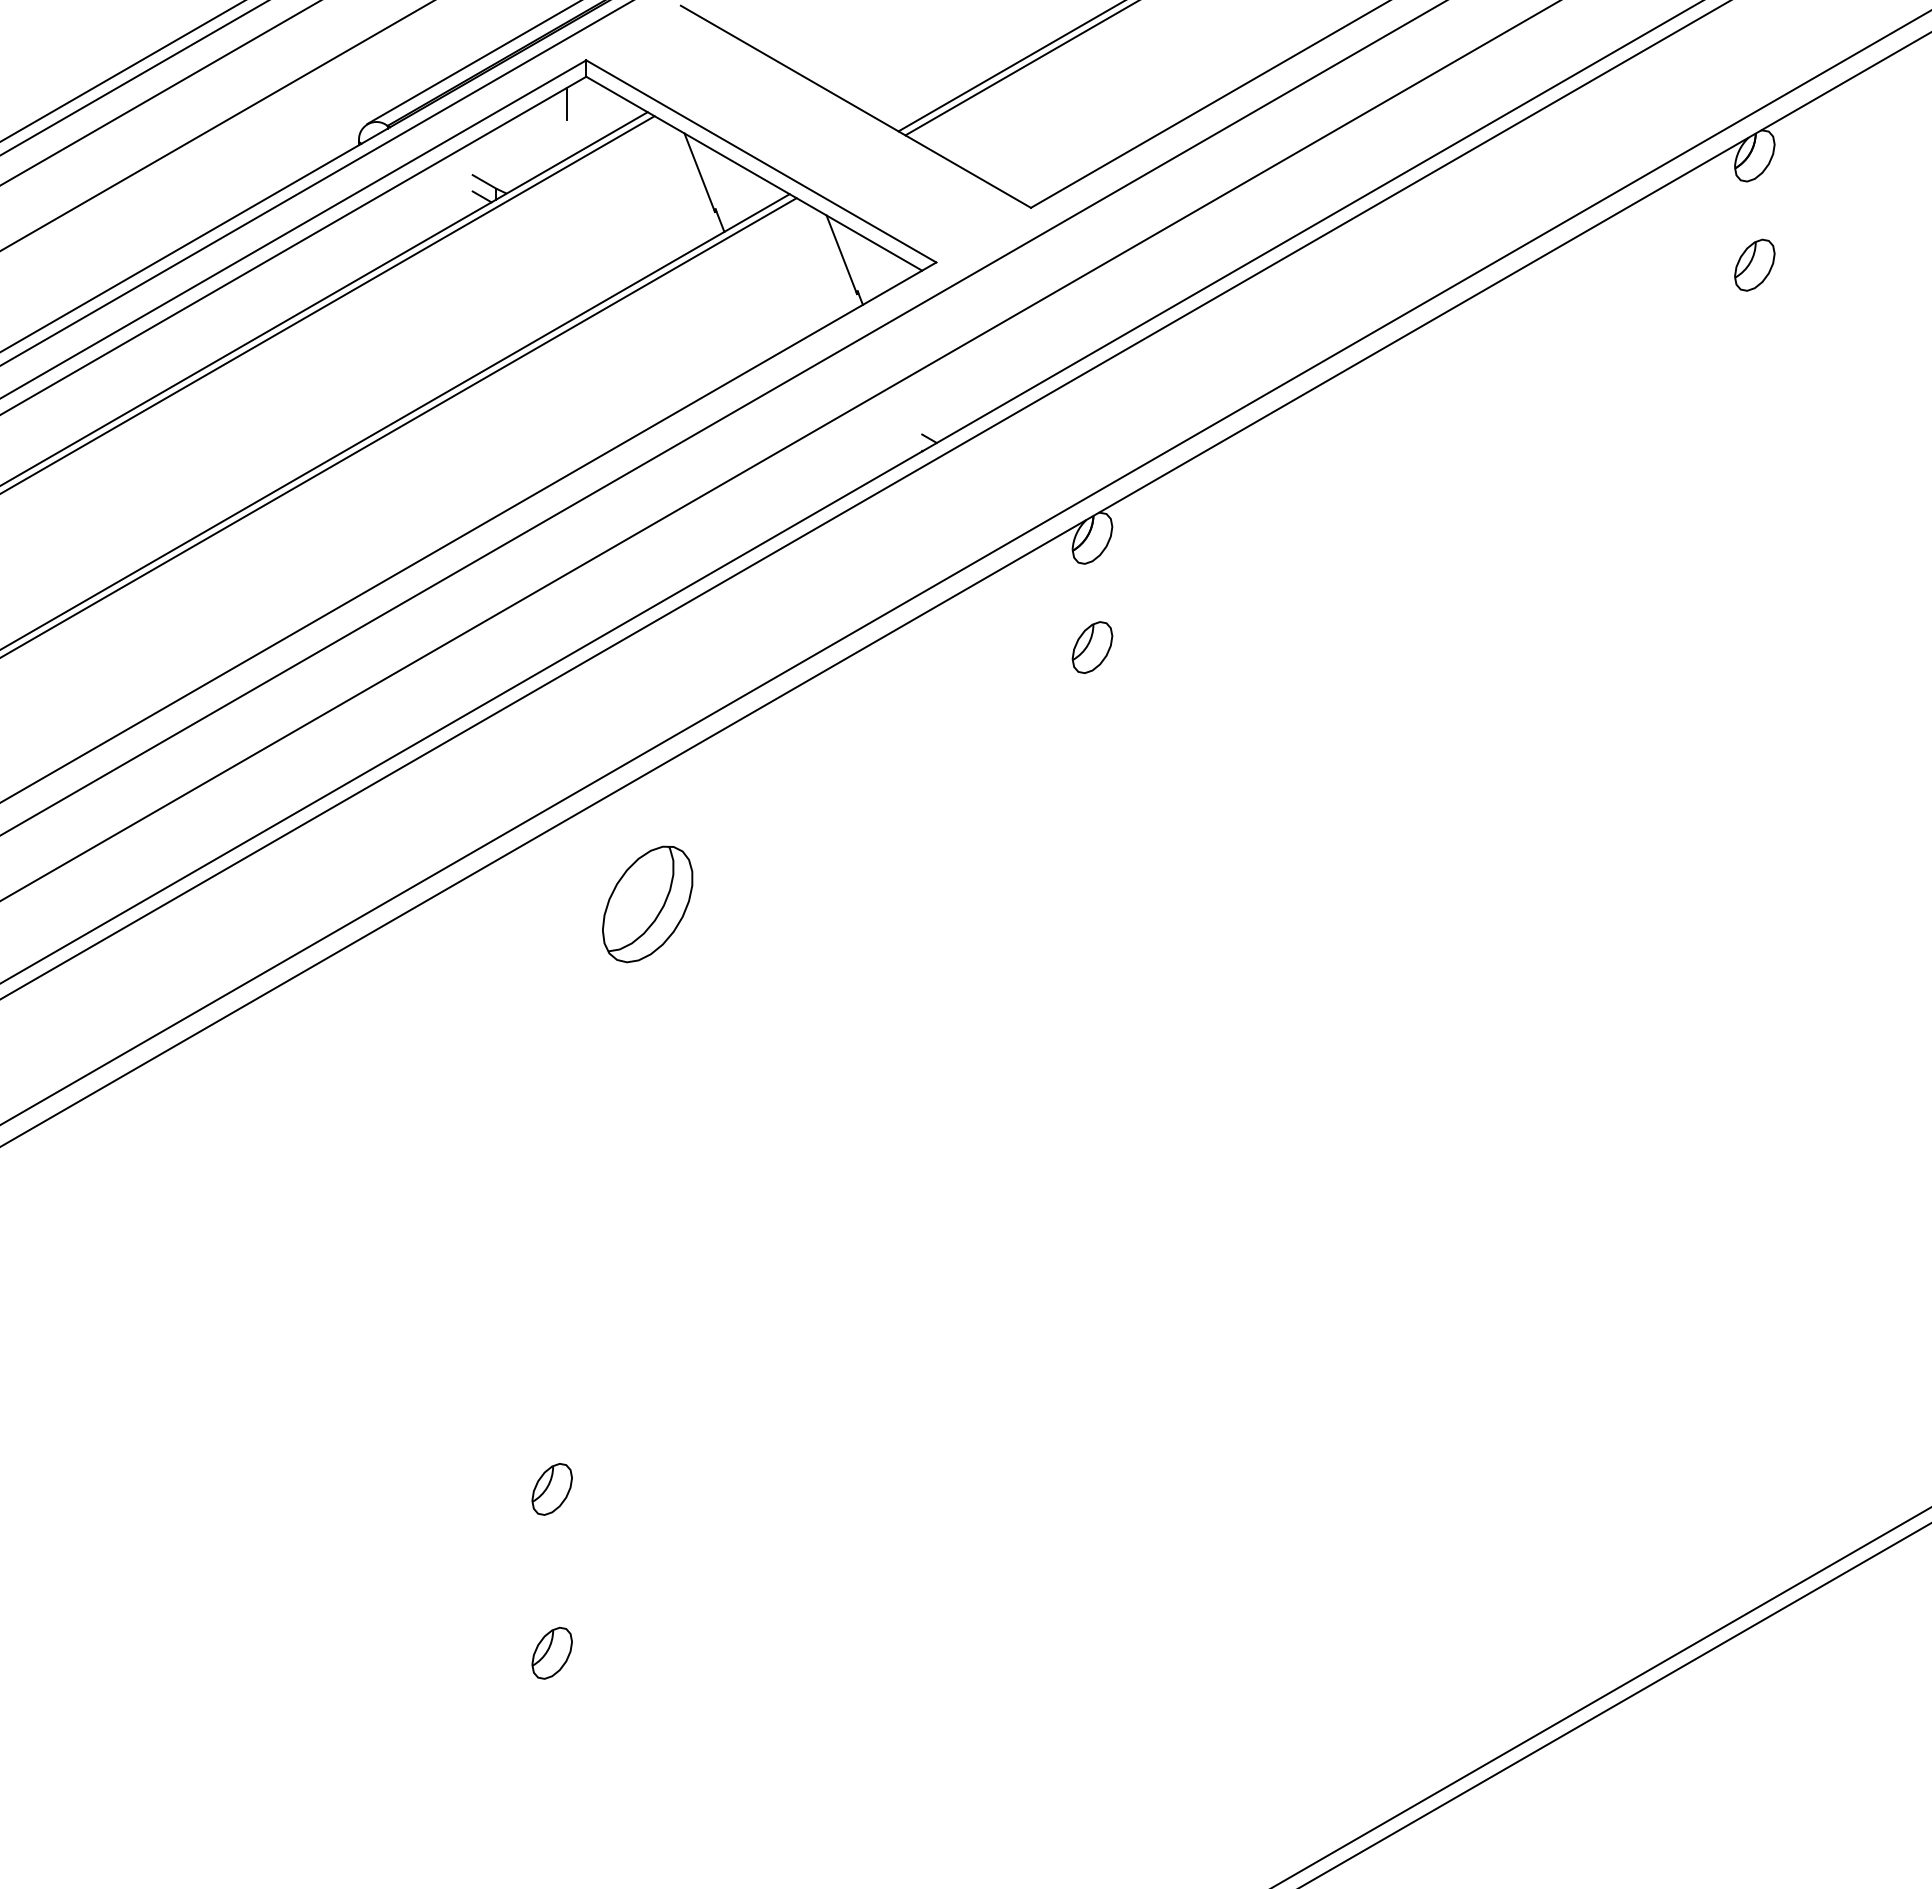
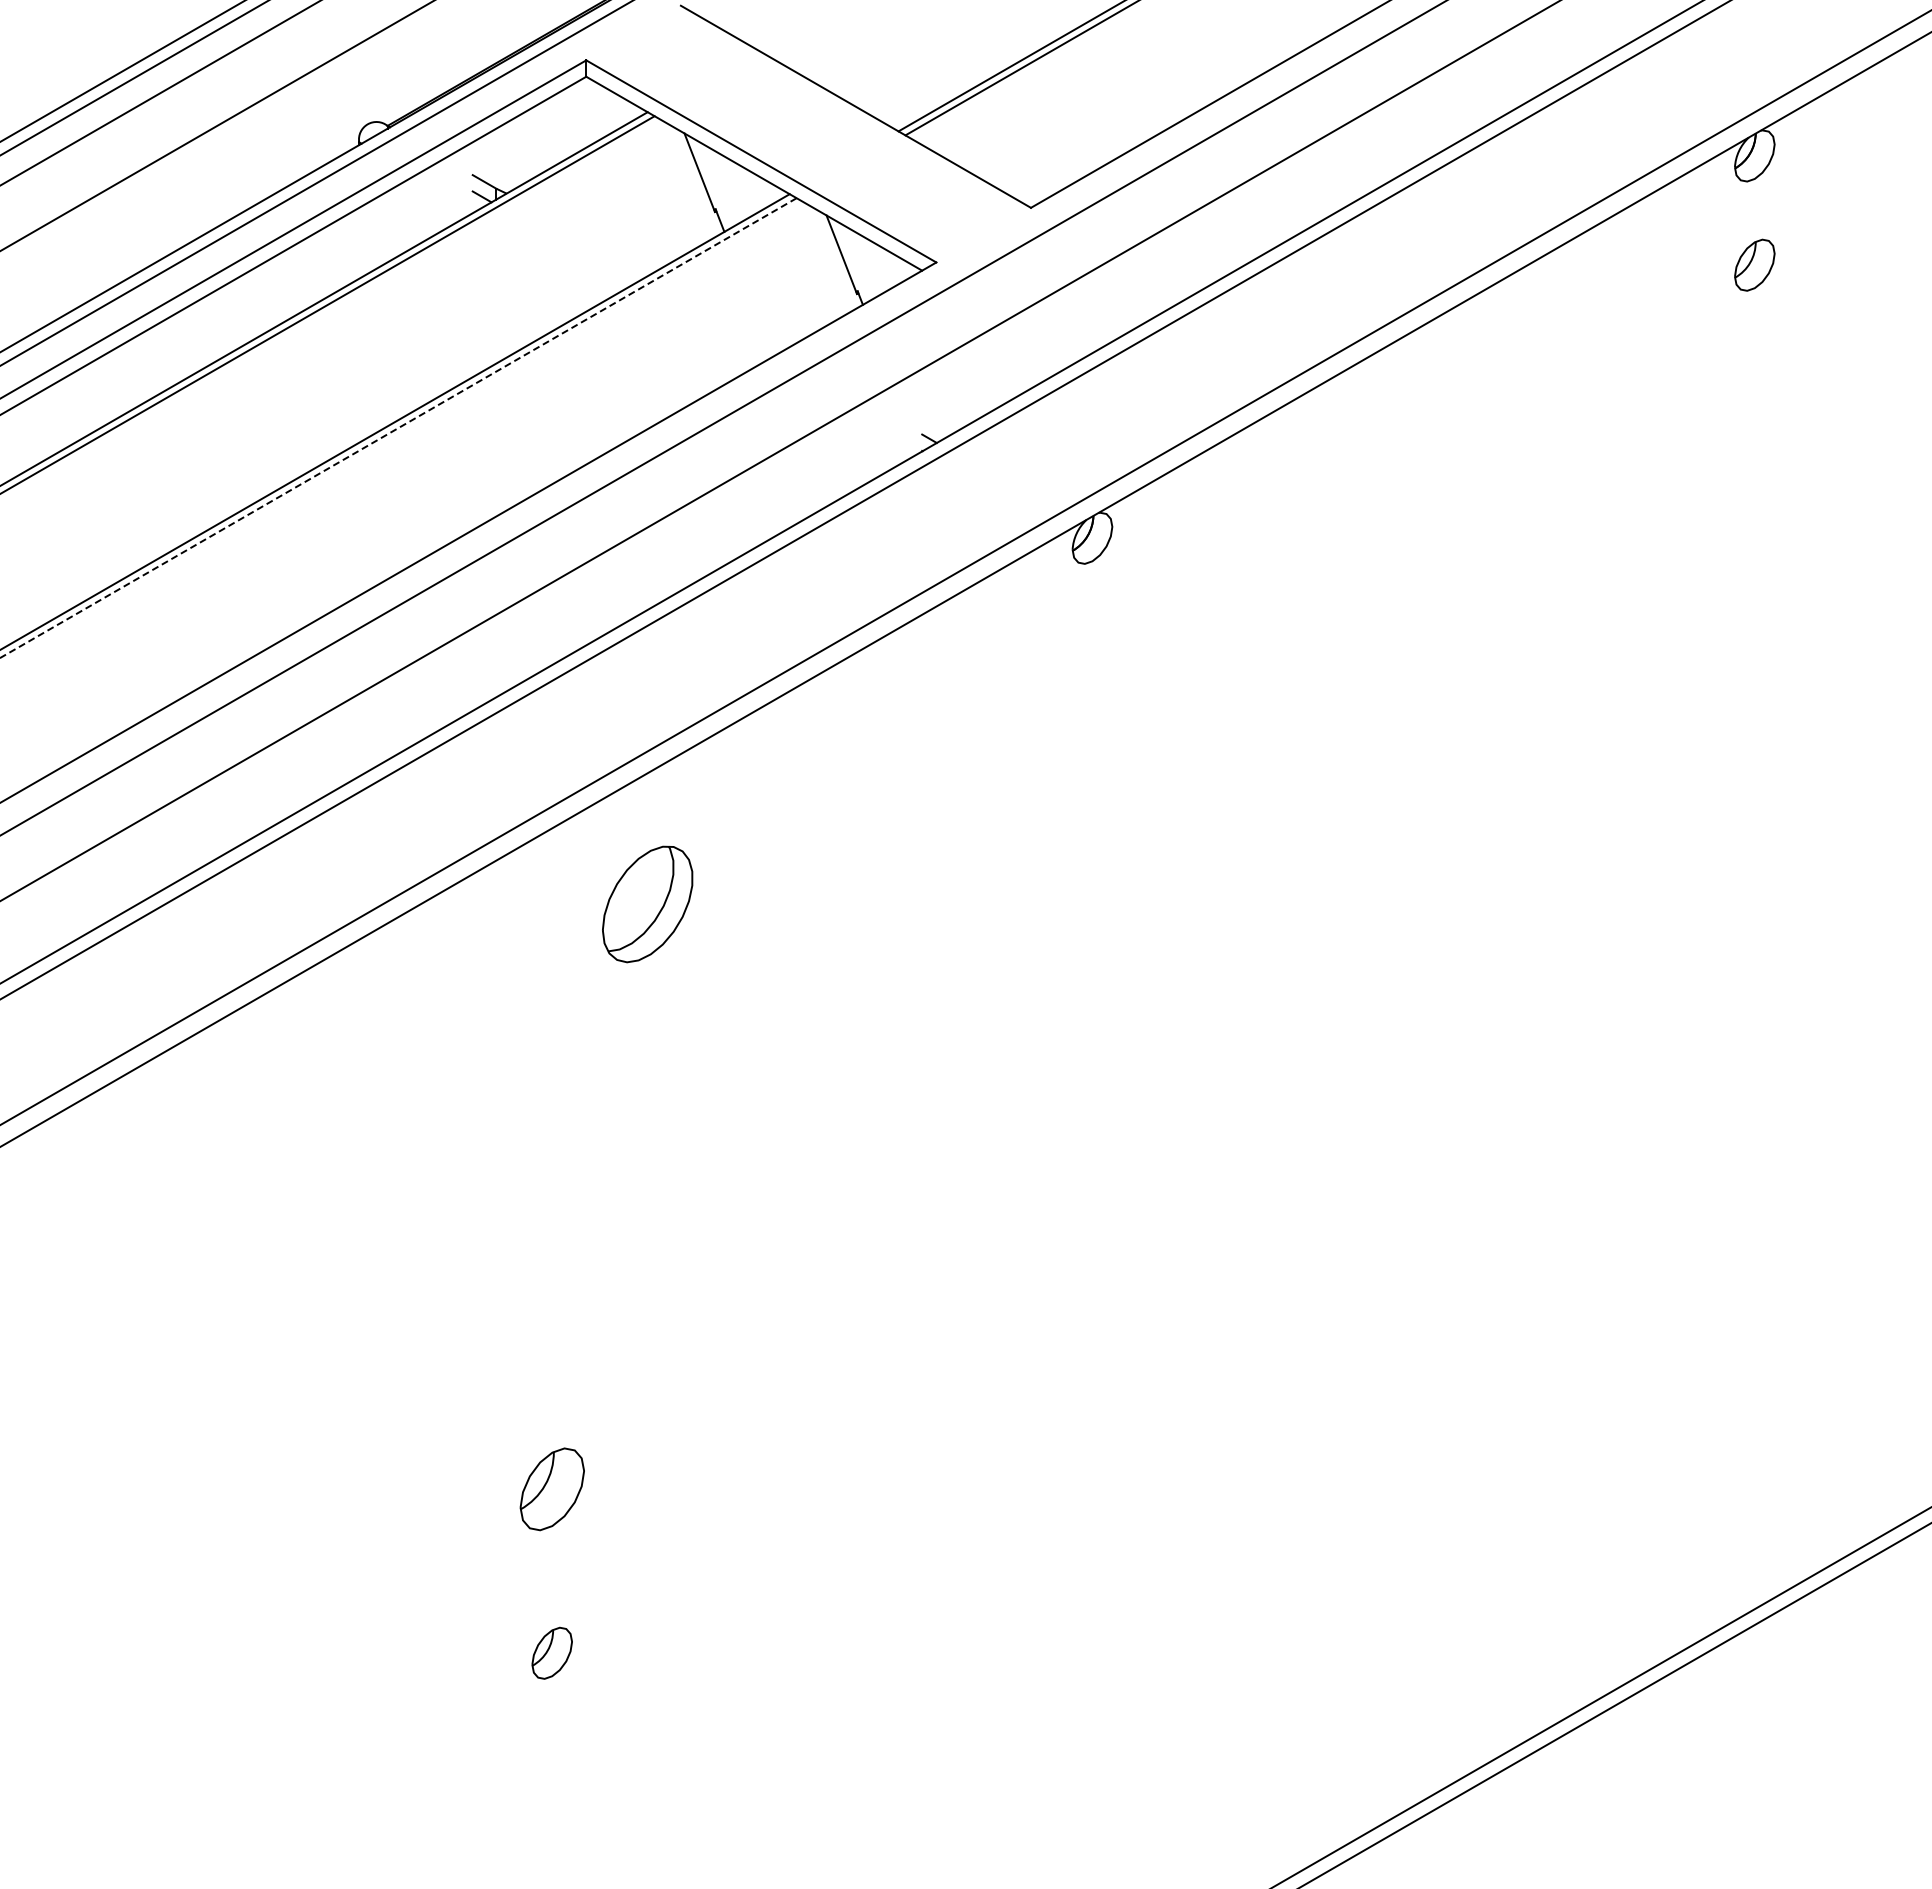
line at (472, 62): present -> none
line at (567, 103): present -> none
line at (398, 428): solid -> dashed
part at (1092, 647): present -> none
part at (551, 1489) size: 42x53 px -> 66x85 px
